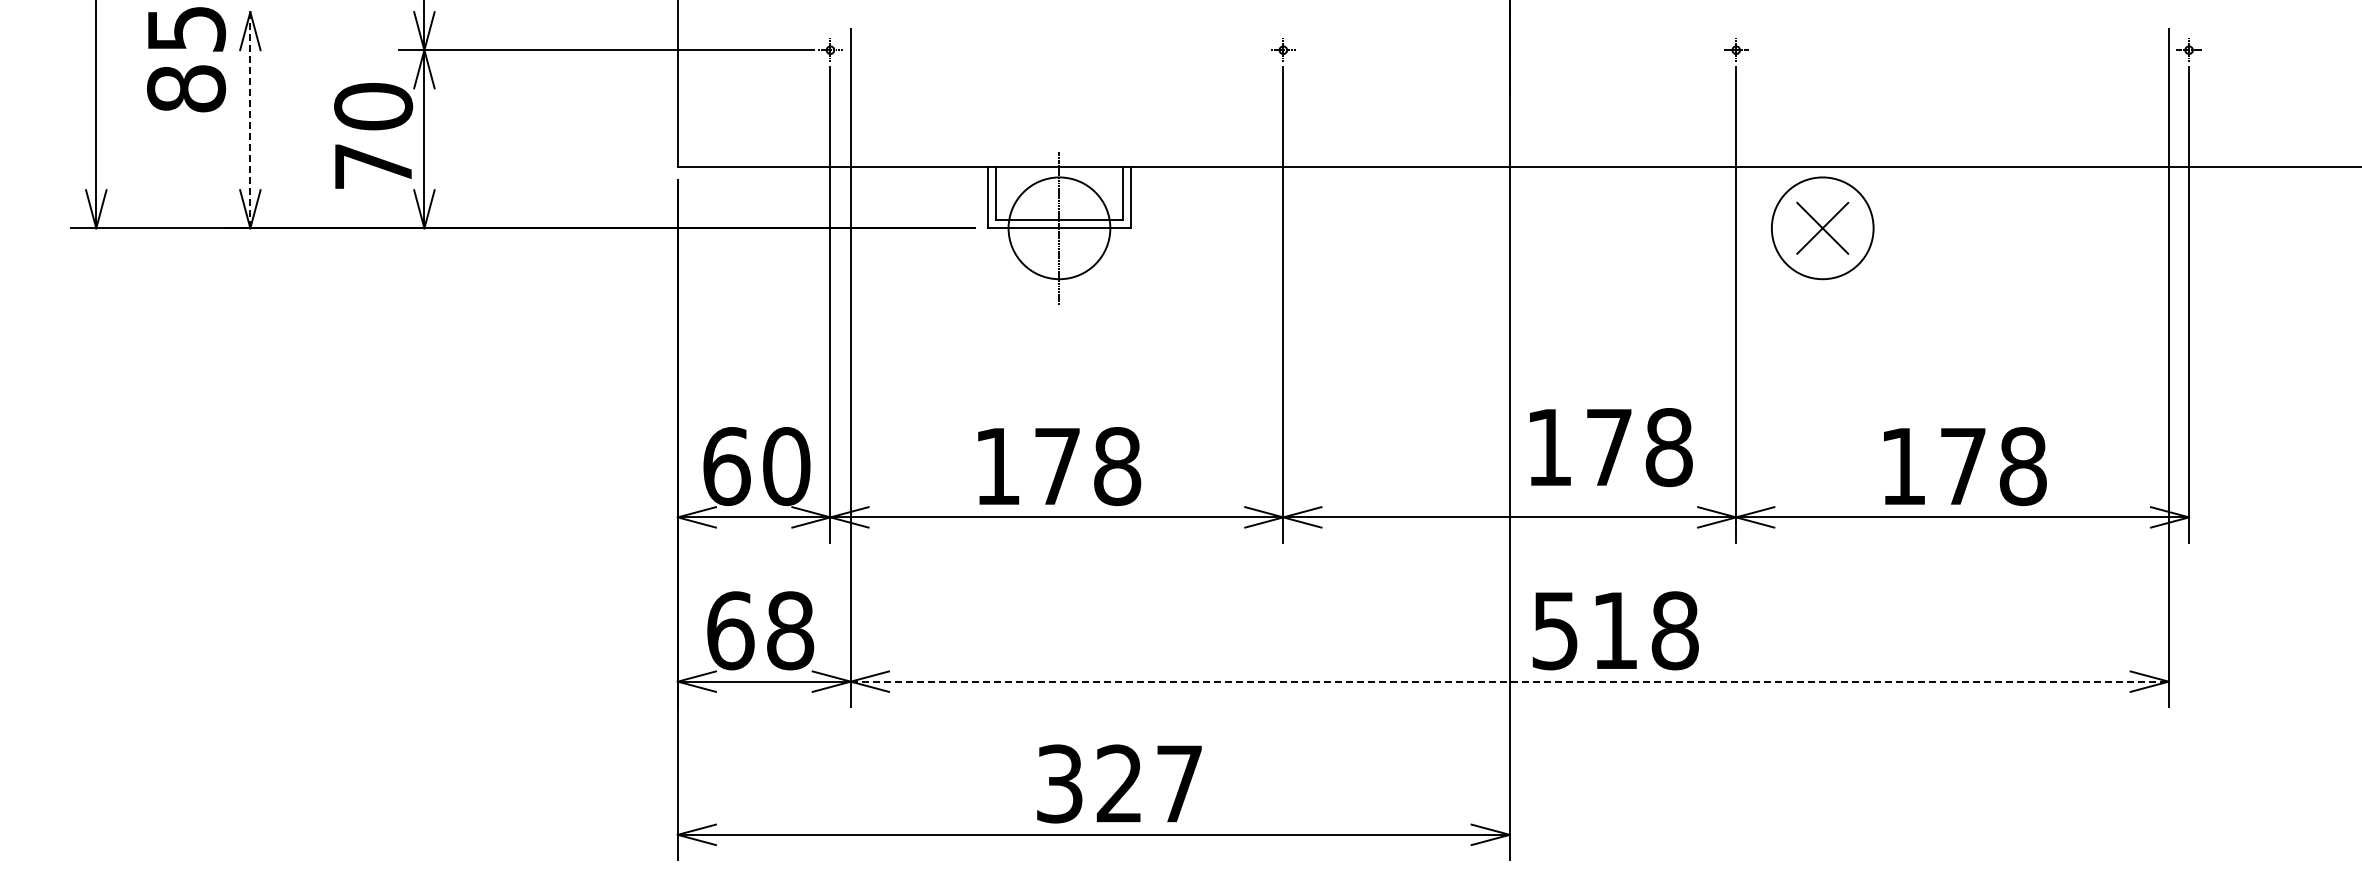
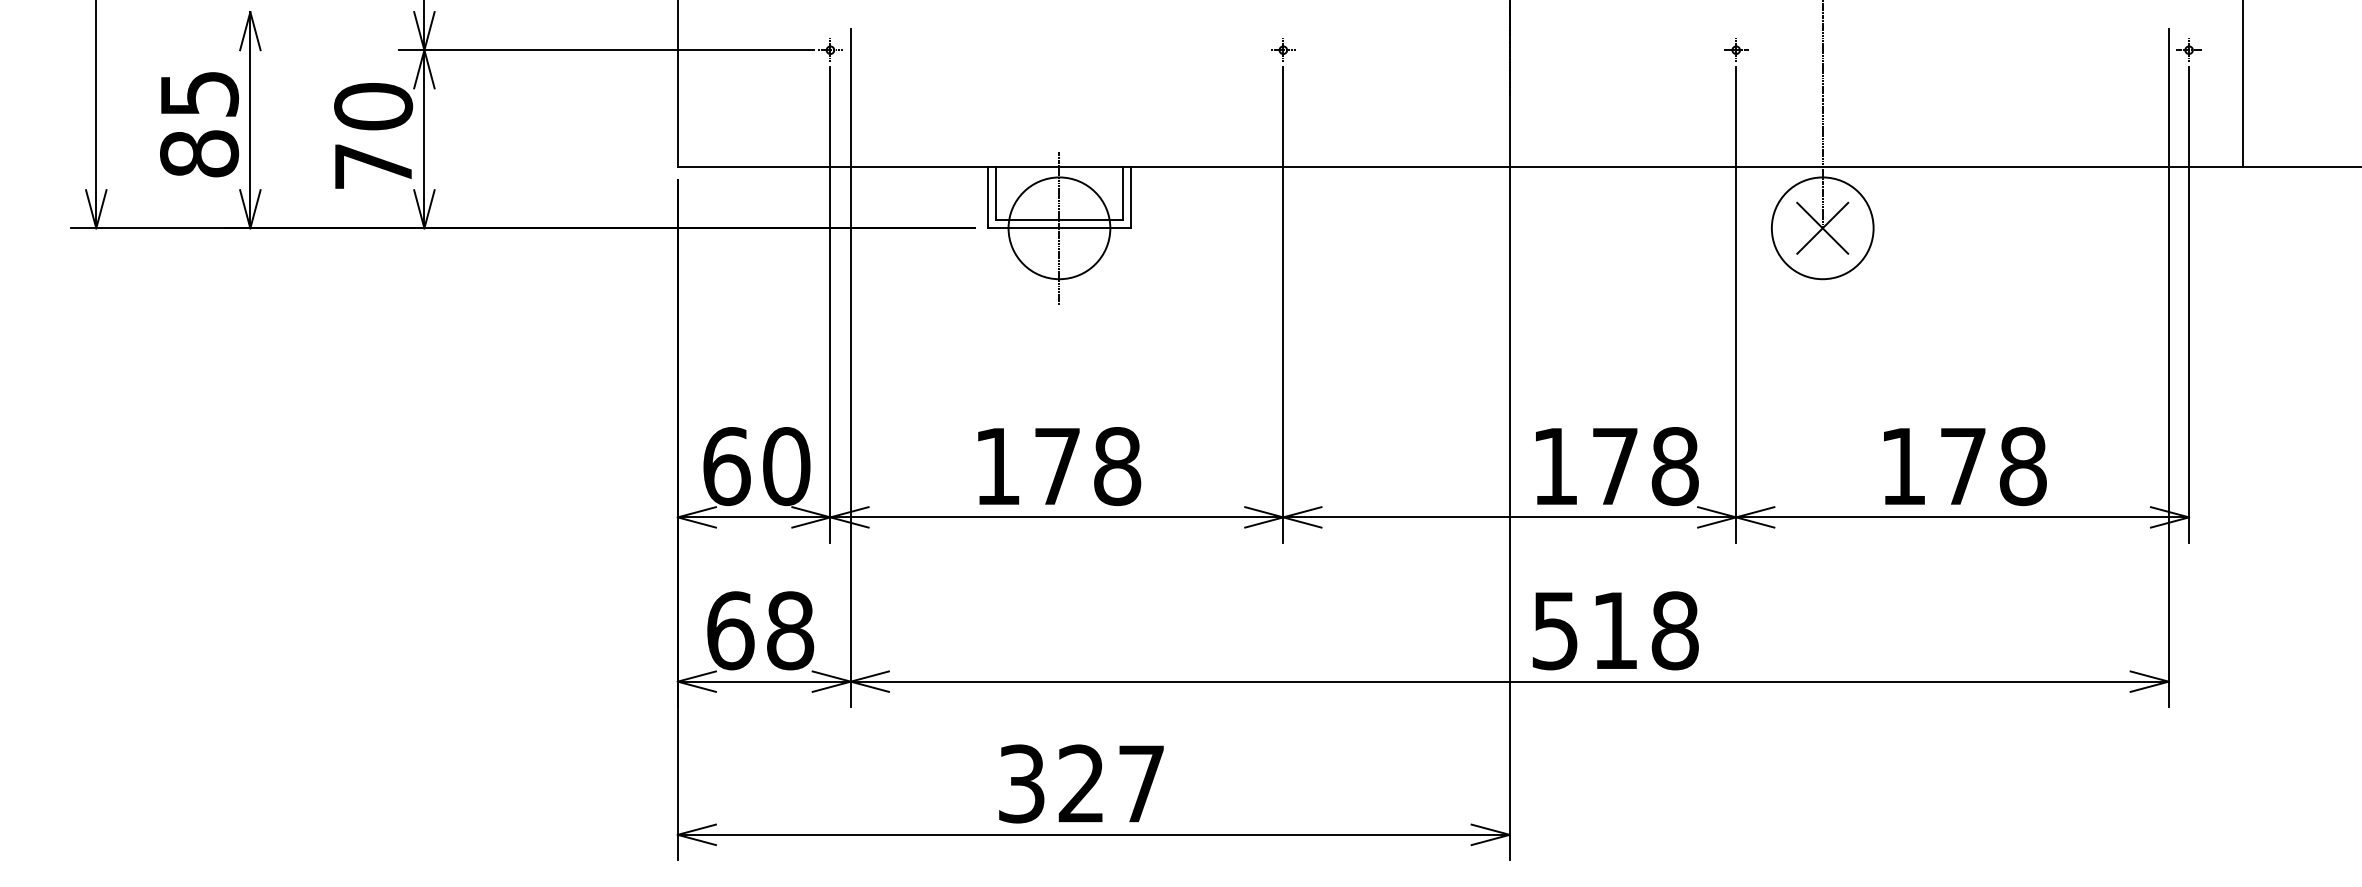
text at (186, 59) position: (186, 59) -> (199, 124)
line at (2242, 84): none -> present
line at (1822, 115): none -> present
line at (250, 120): dashed -> solid
text at (1611, 447) position: (1611, 447) -> (1617, 466)
line at (1509, 681): dashed -> solid
text at (1119, 783) position: (1119, 783) -> (1081, 783)
